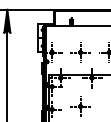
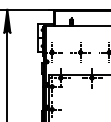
part at (80, 106): present -> none
